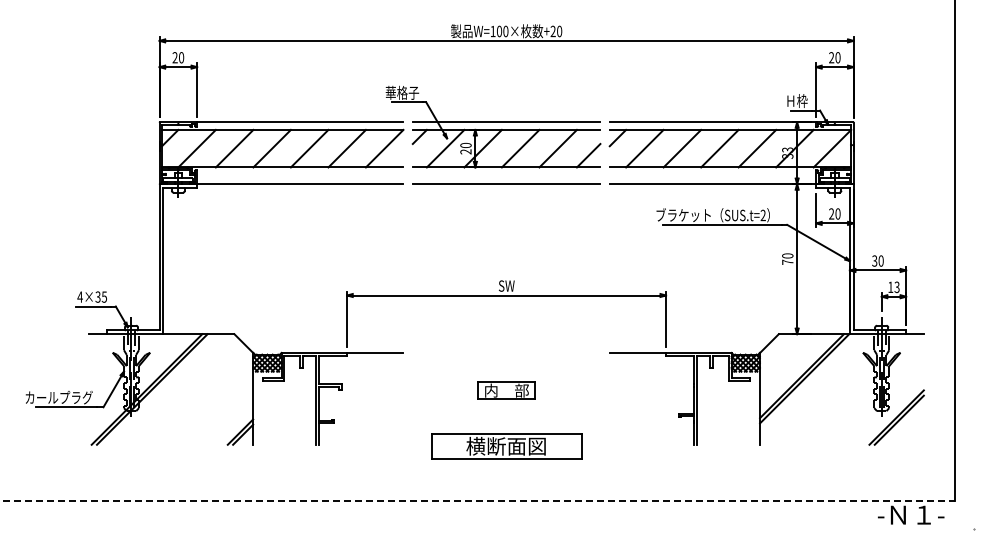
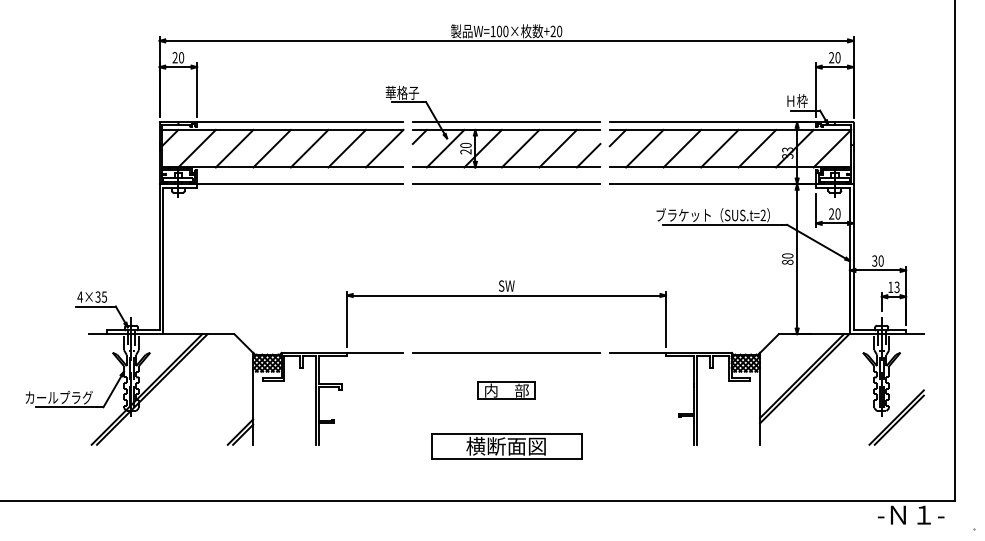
text at (787, 261): 70 -> 80
line at (506, 352): none -> present
line at (478, 500): dashed -> solid
